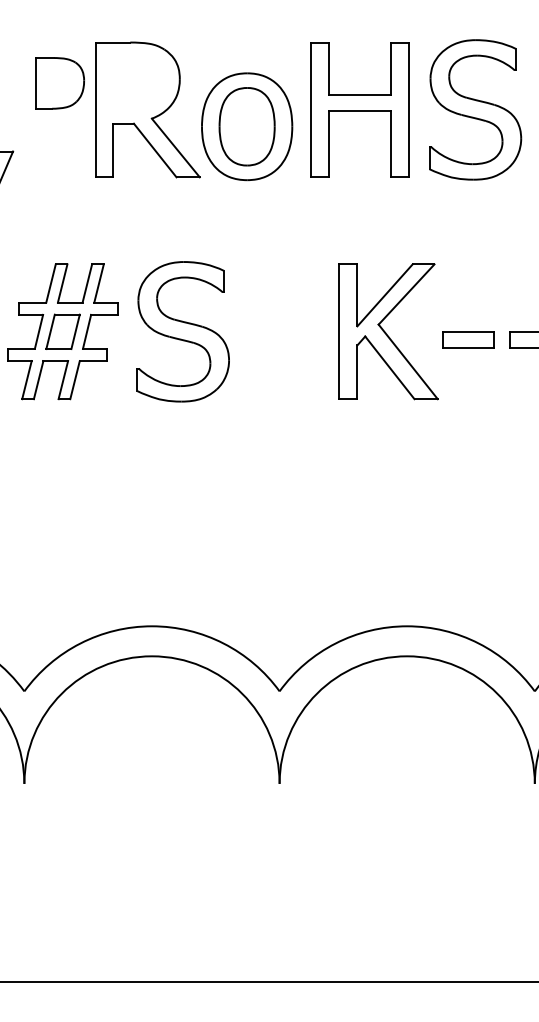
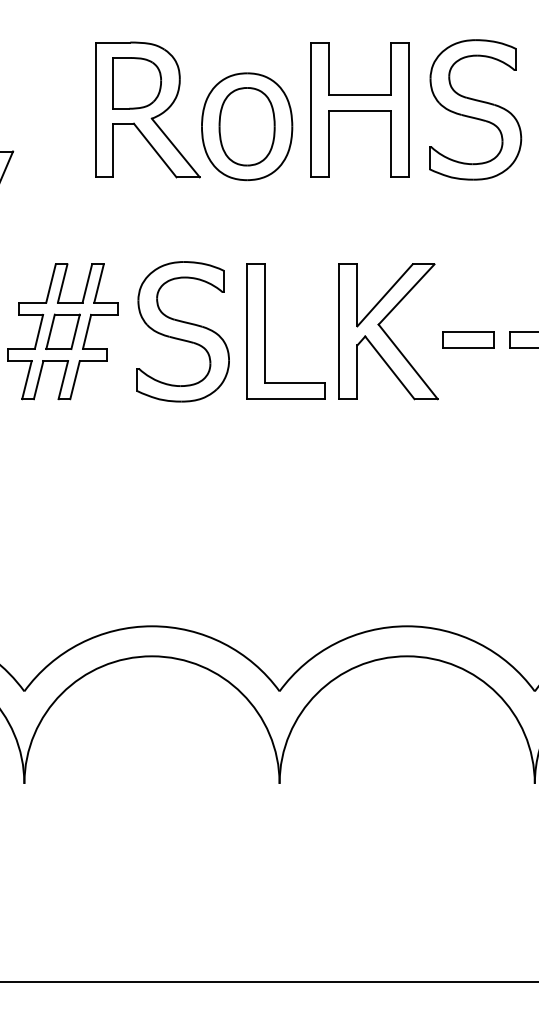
part at (59, 83) position: (59, 83) -> (136, 83)
part at (265, 331): none -> present
